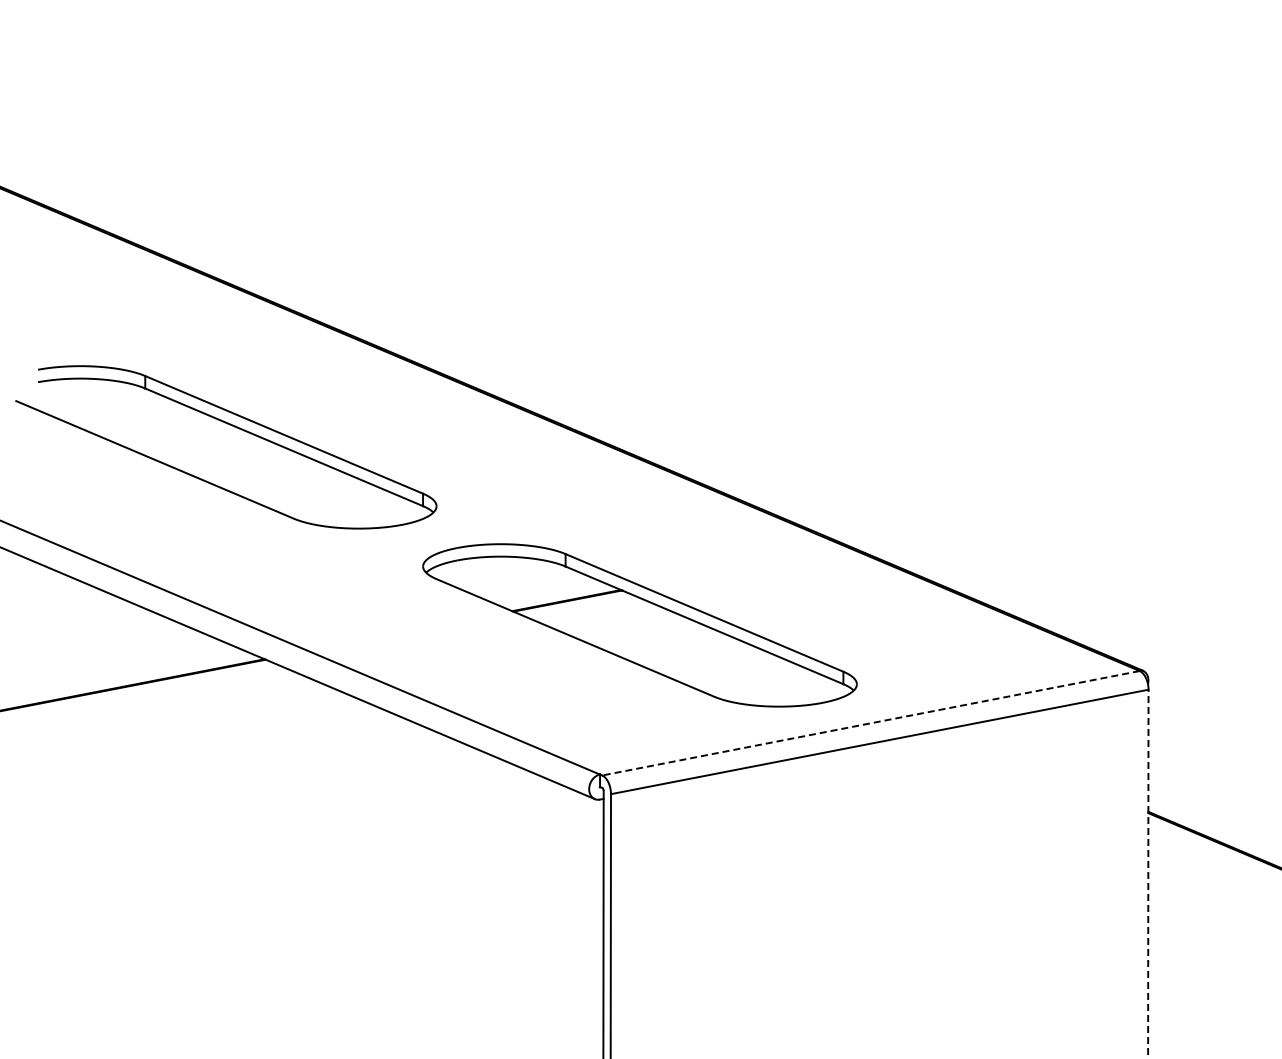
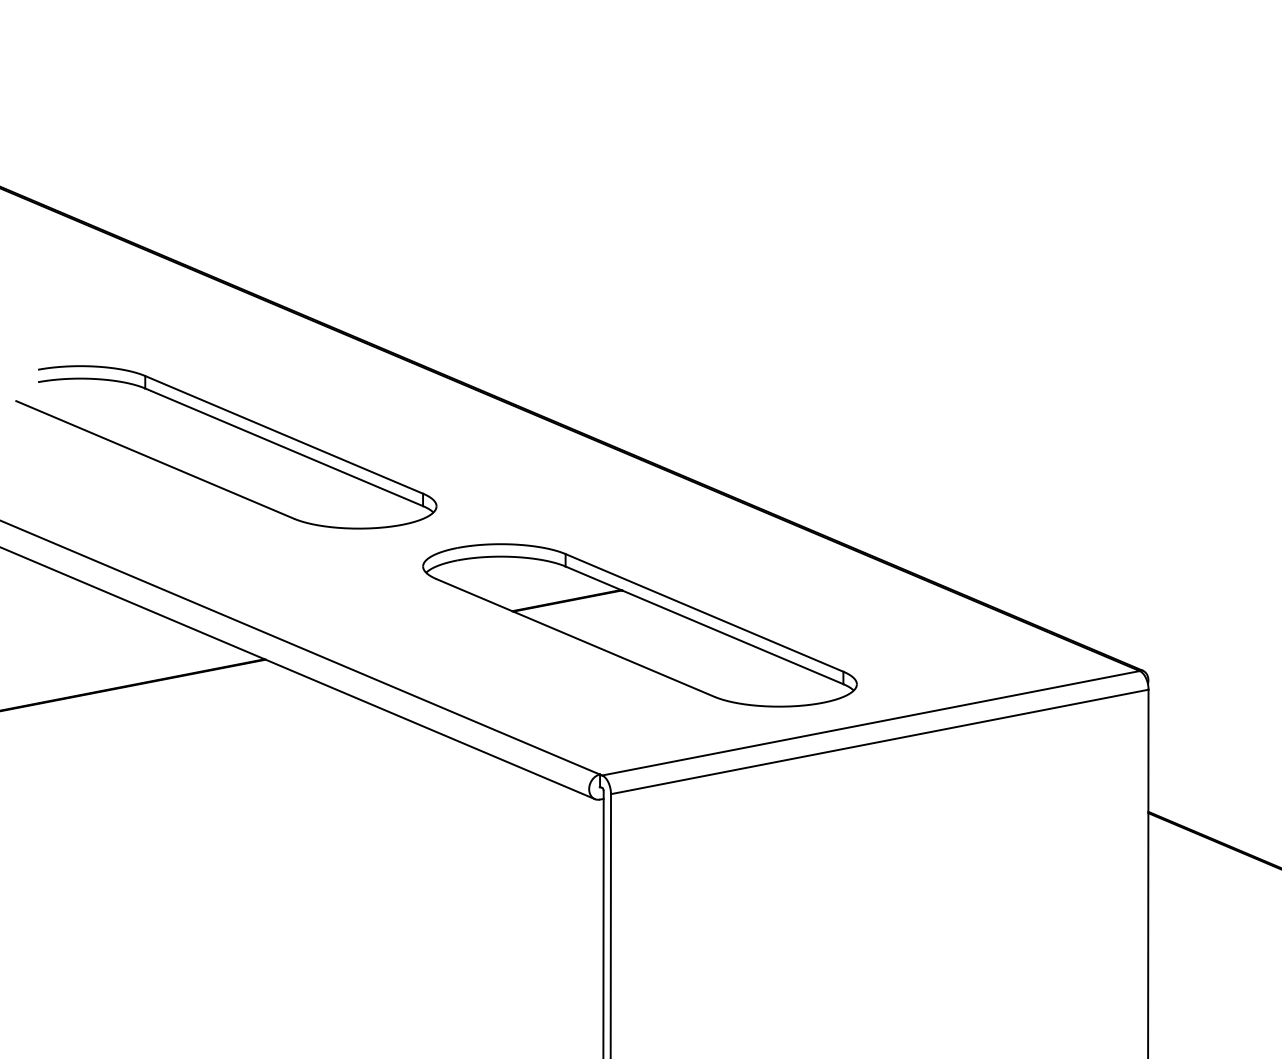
line at (871, 723): dashed -> solid
line at (1148, 873): dashed -> solid
